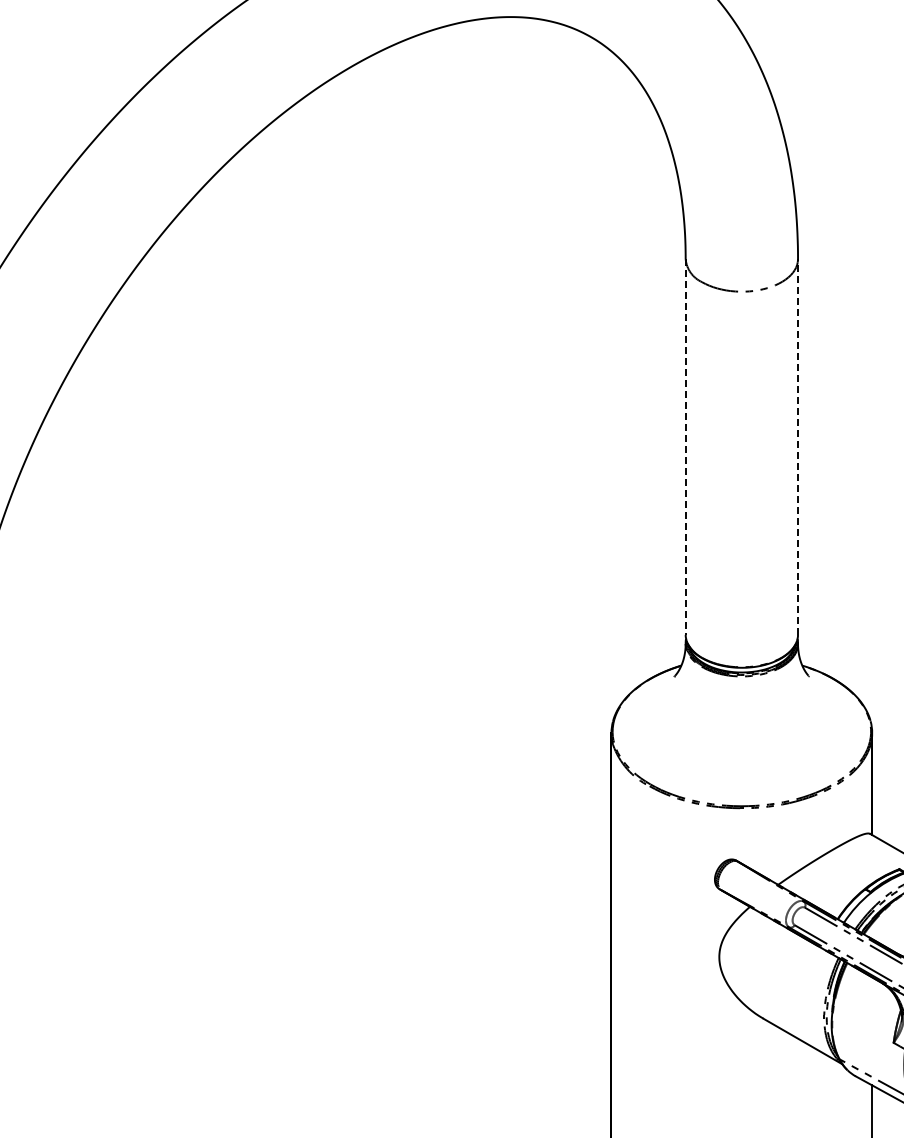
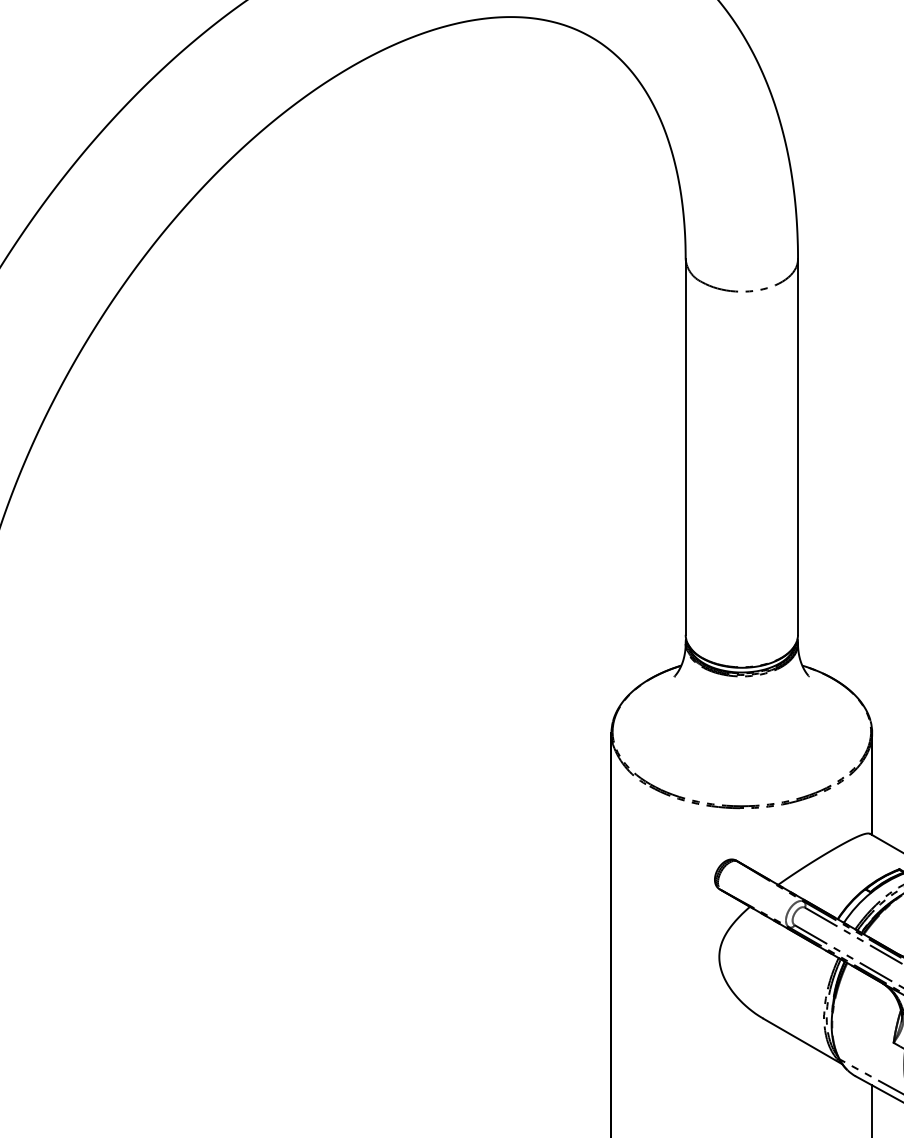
line at (685, 447): dashed -> solid
line at (798, 447): dashed -> solid
